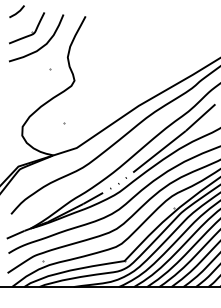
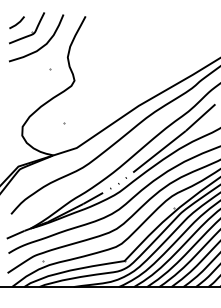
line at (17, 11) position: (17, 11) -> (17, 22)
